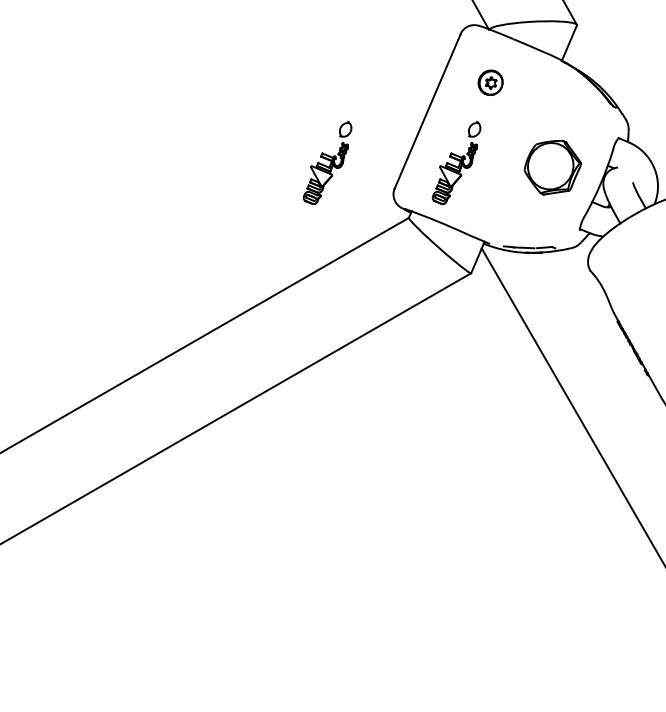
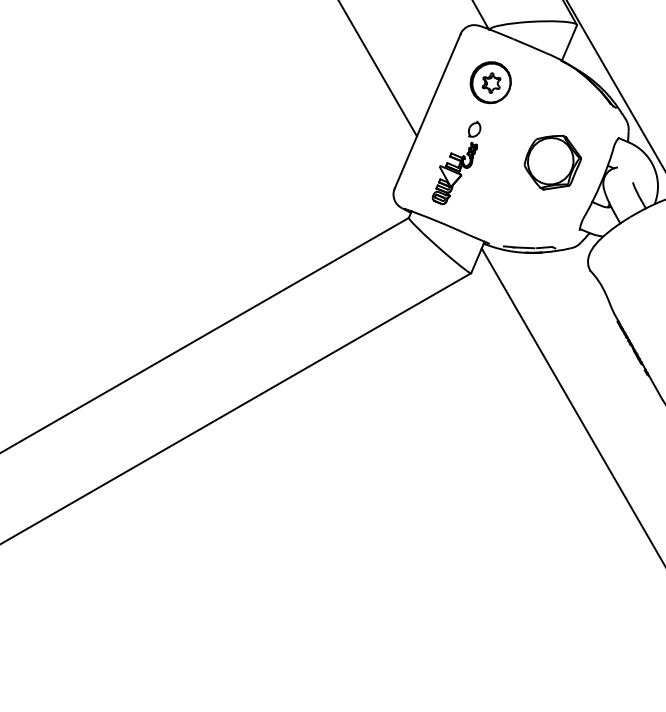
line at (378, 69): none -> present
part at (490, 82) size: 27x27 px -> 43x44 px
line at (614, 84): none -> present
part at (327, 162): present -> none
part at (552, 167) position: (552, 167) -> (552, 162)
